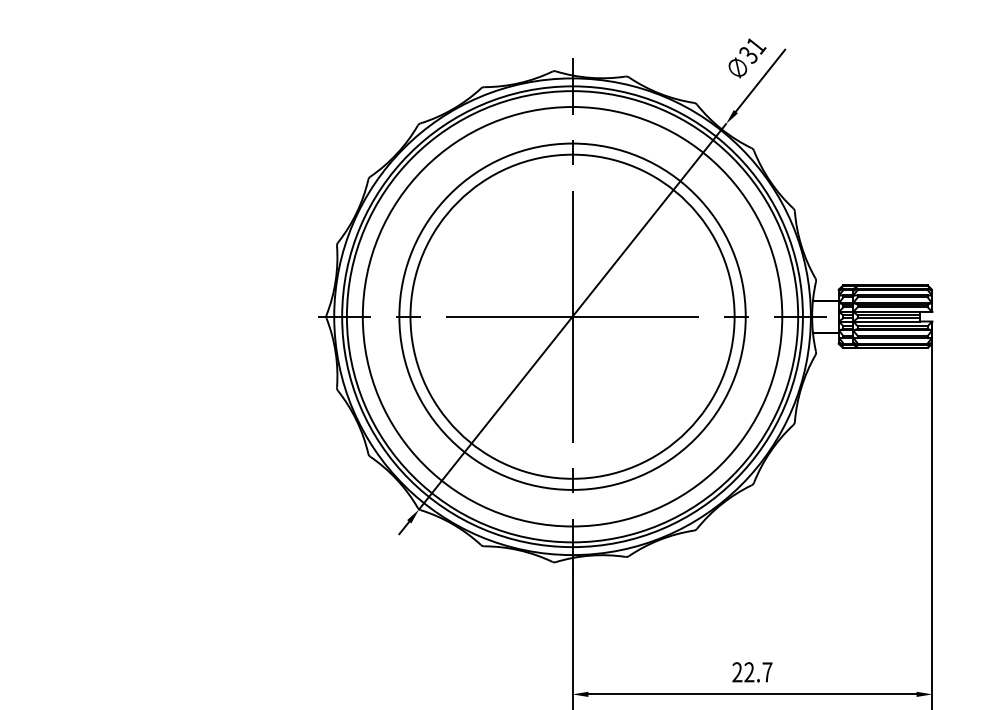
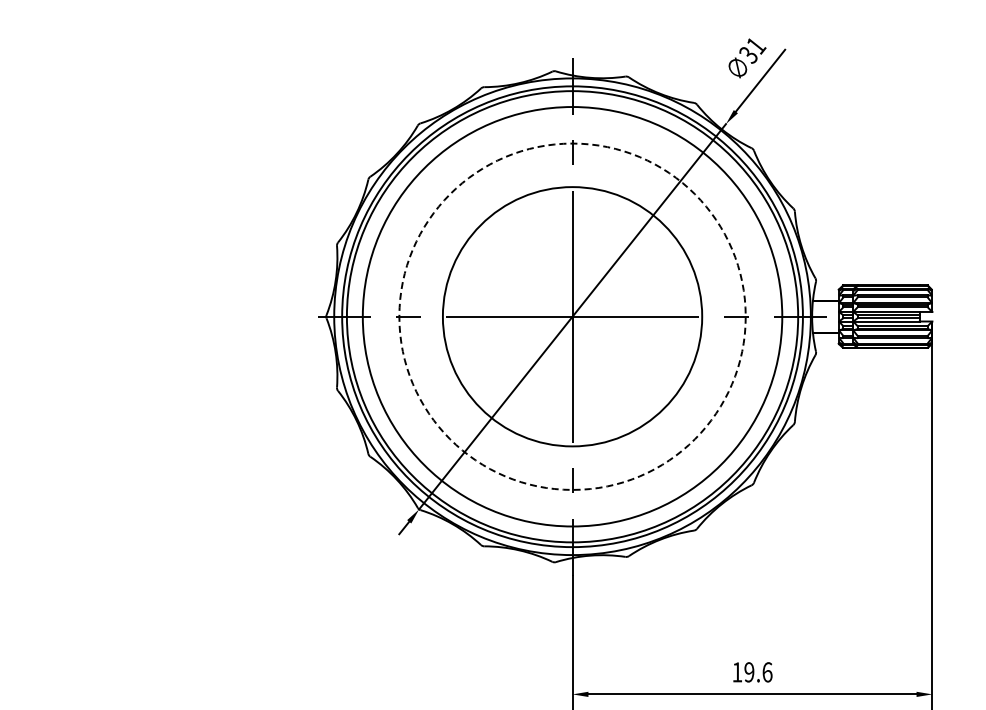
circle at (572, 316) diameter: 324 px -> 259 px
circle at (572, 316): solid -> dashed
text at (752, 672): 22.7 -> 19.6
